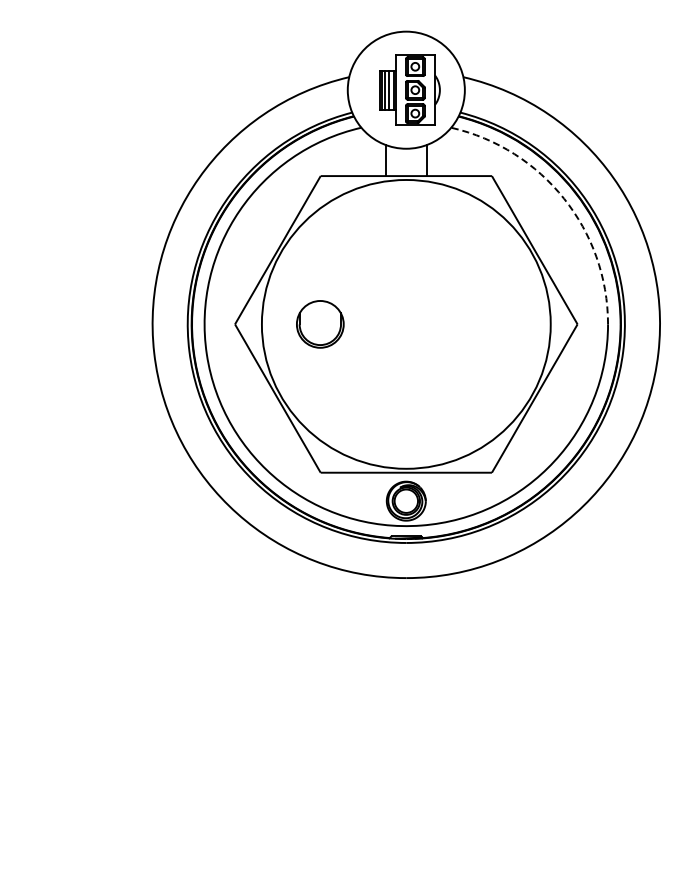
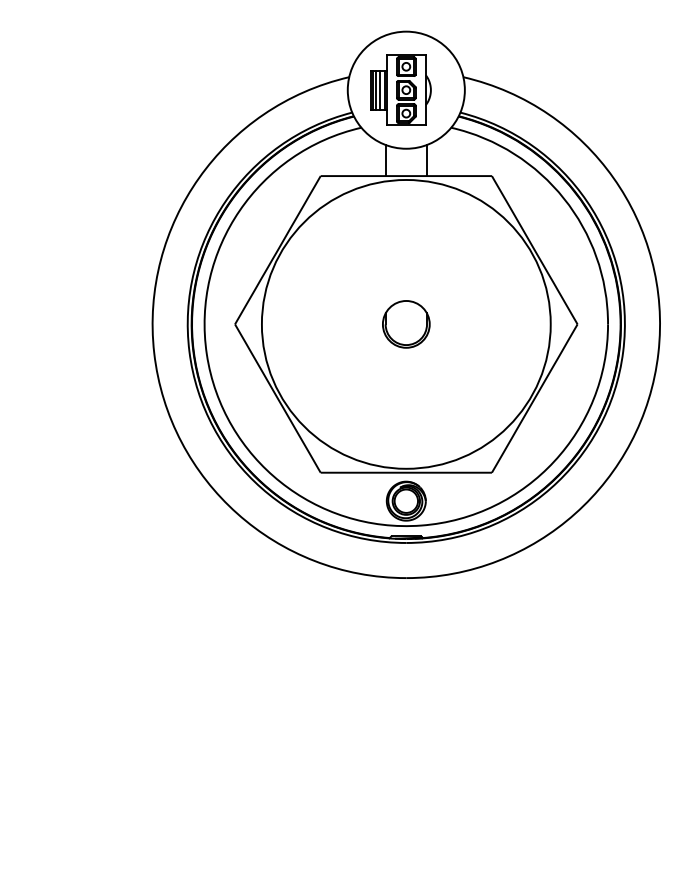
part at (409, 89) position: (409, 89) -> (400, 89)
arc at (564, 198): dashed -> solid
part at (320, 324) position: (320, 324) -> (406, 324)
